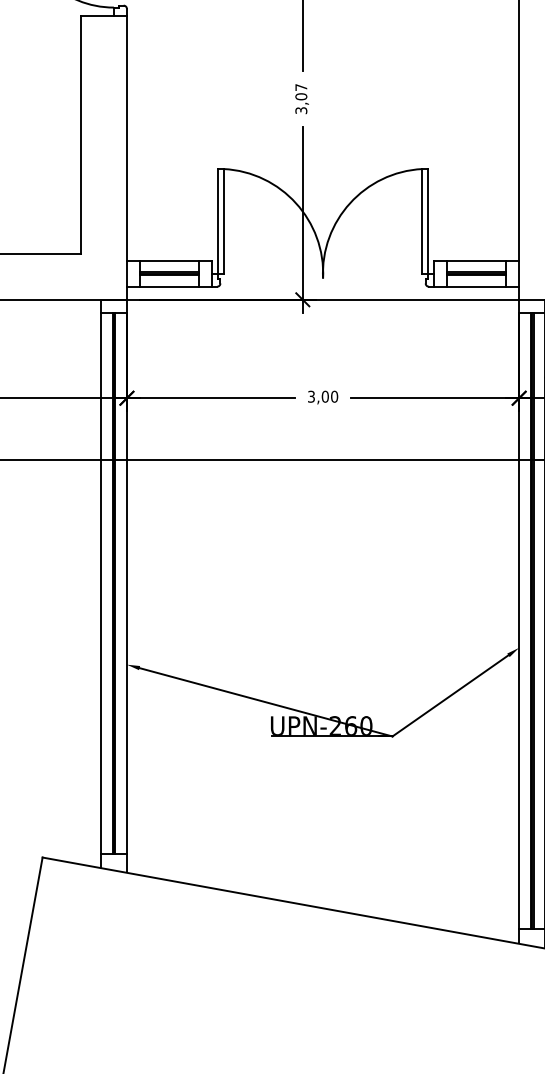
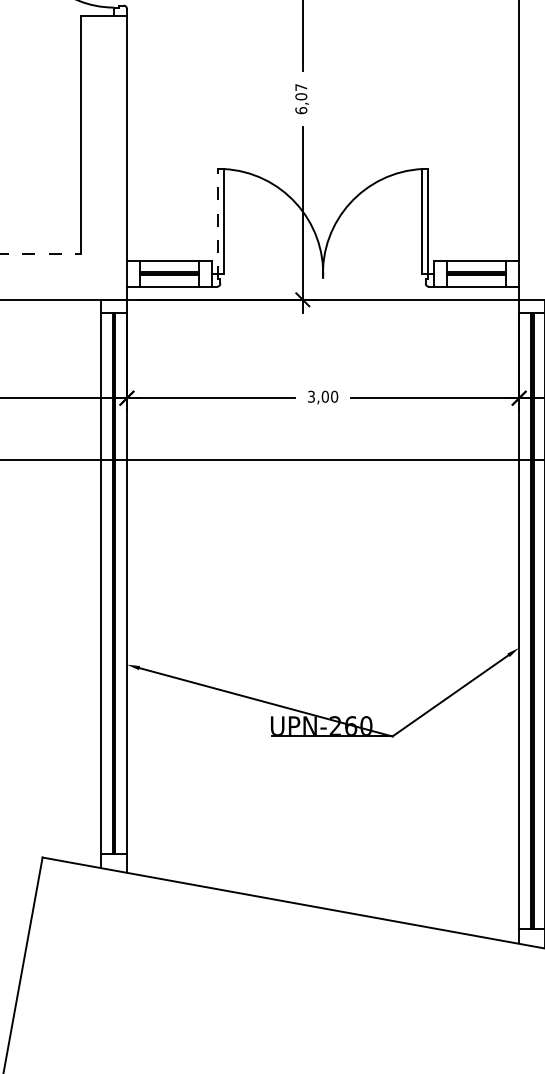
text at (301, 110): 3,07 -> 6,07
line at (218, 223): solid -> dashed
line at (41, 254): solid -> dashed
